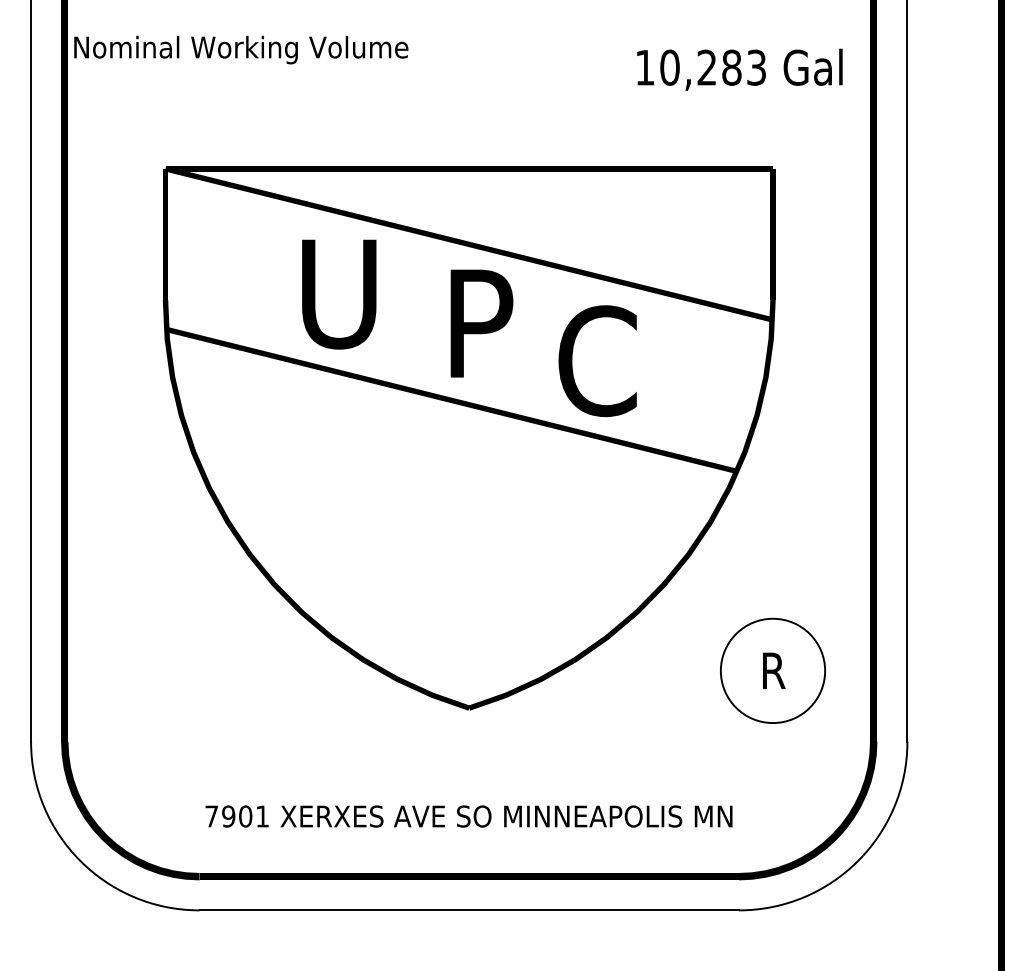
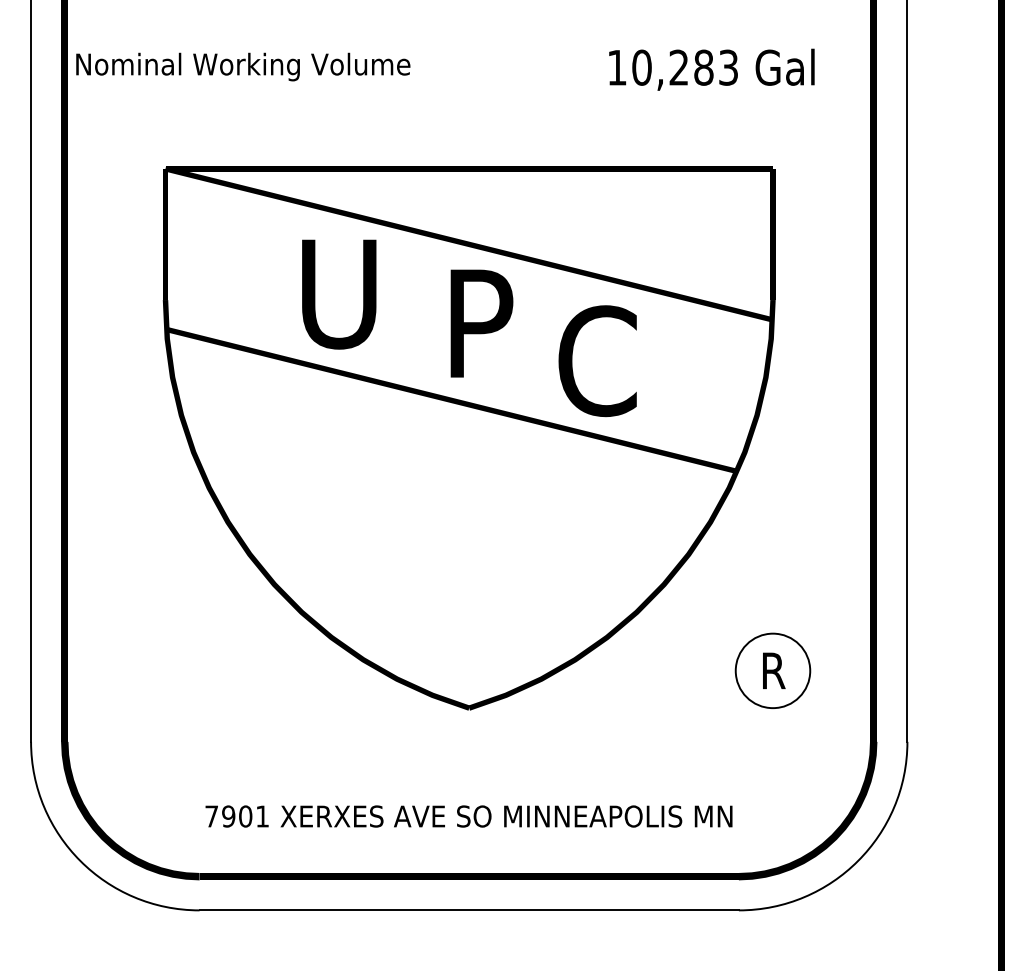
text at (241, 49) position: (241, 49) -> (243, 66)
text at (739, 69) position: (739, 69) -> (711, 69)
circle at (772, 670) diameter: 104 px -> 74 px
